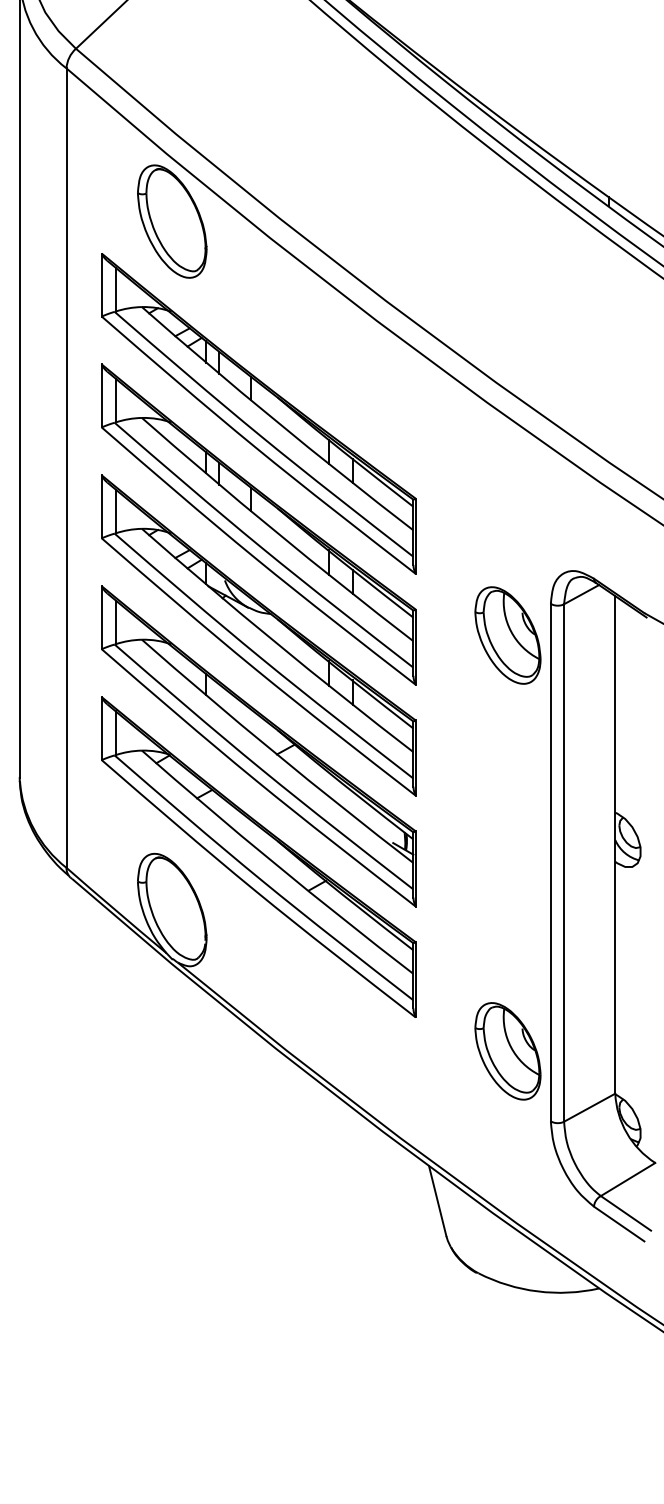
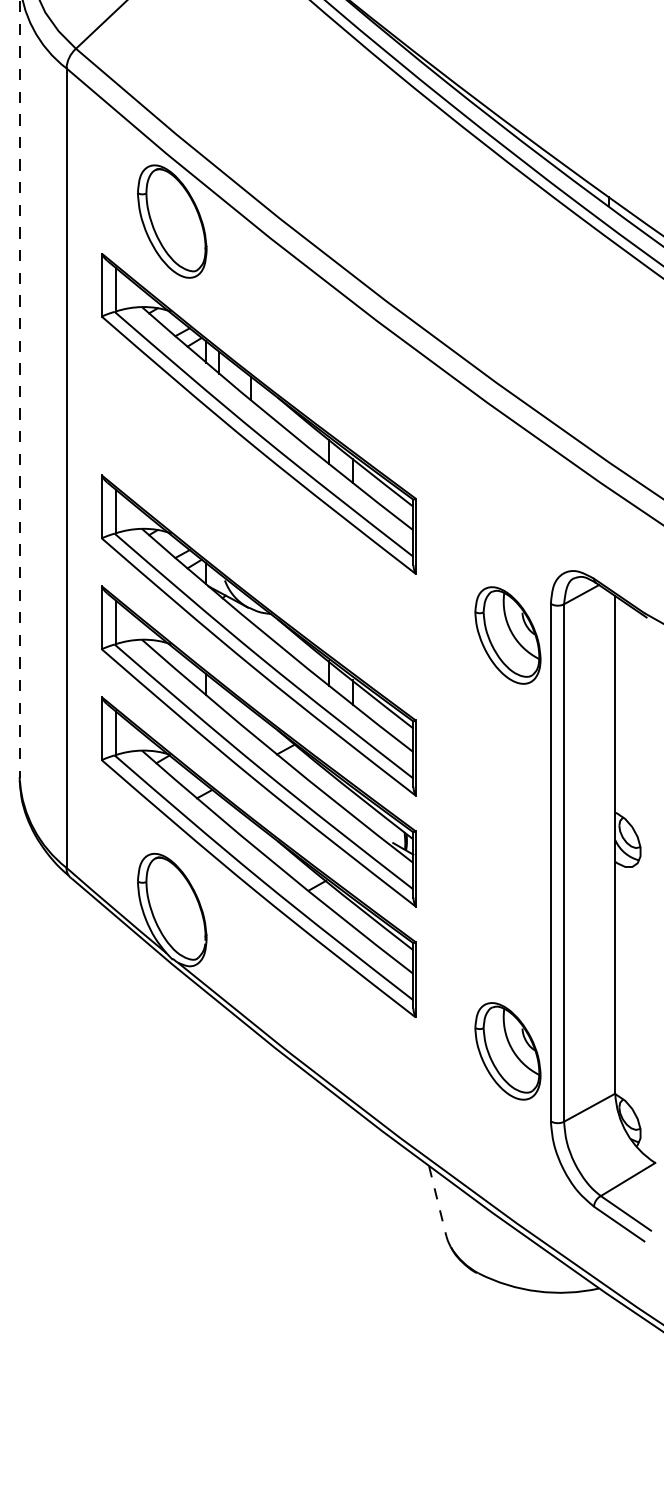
line at (19, 389): solid -> dashed
part at (258, 524): present -> none
line at (437, 1201): solid -> dashed
